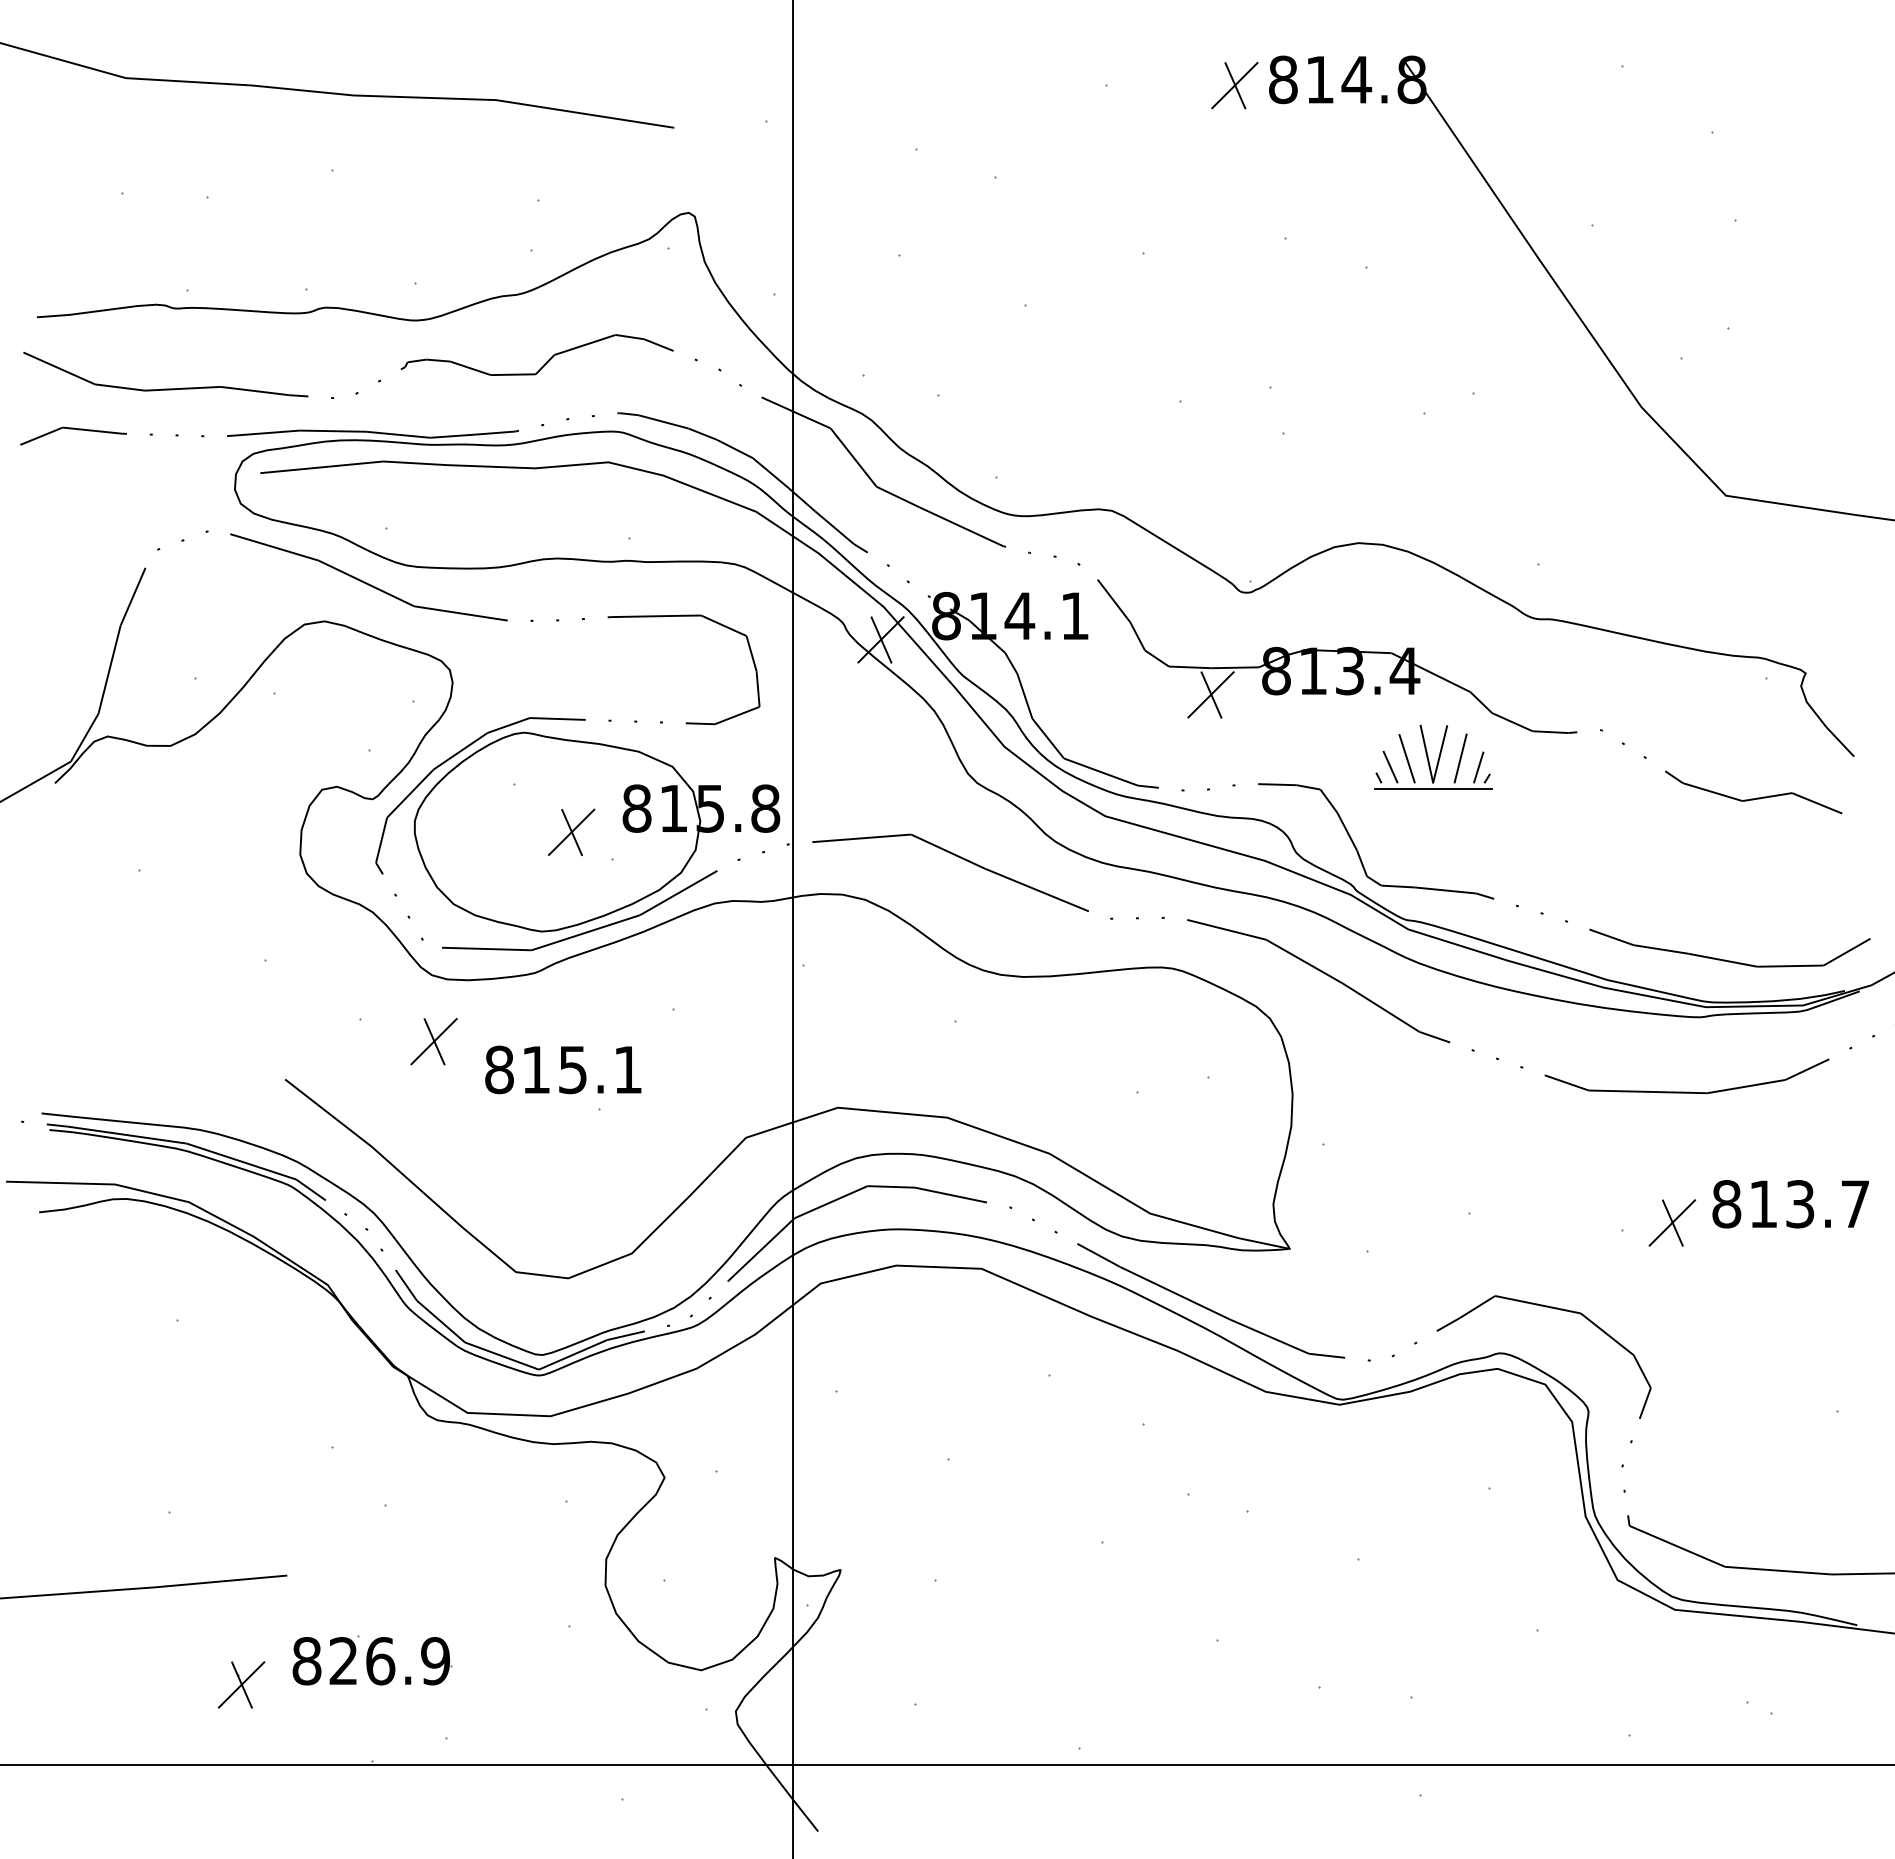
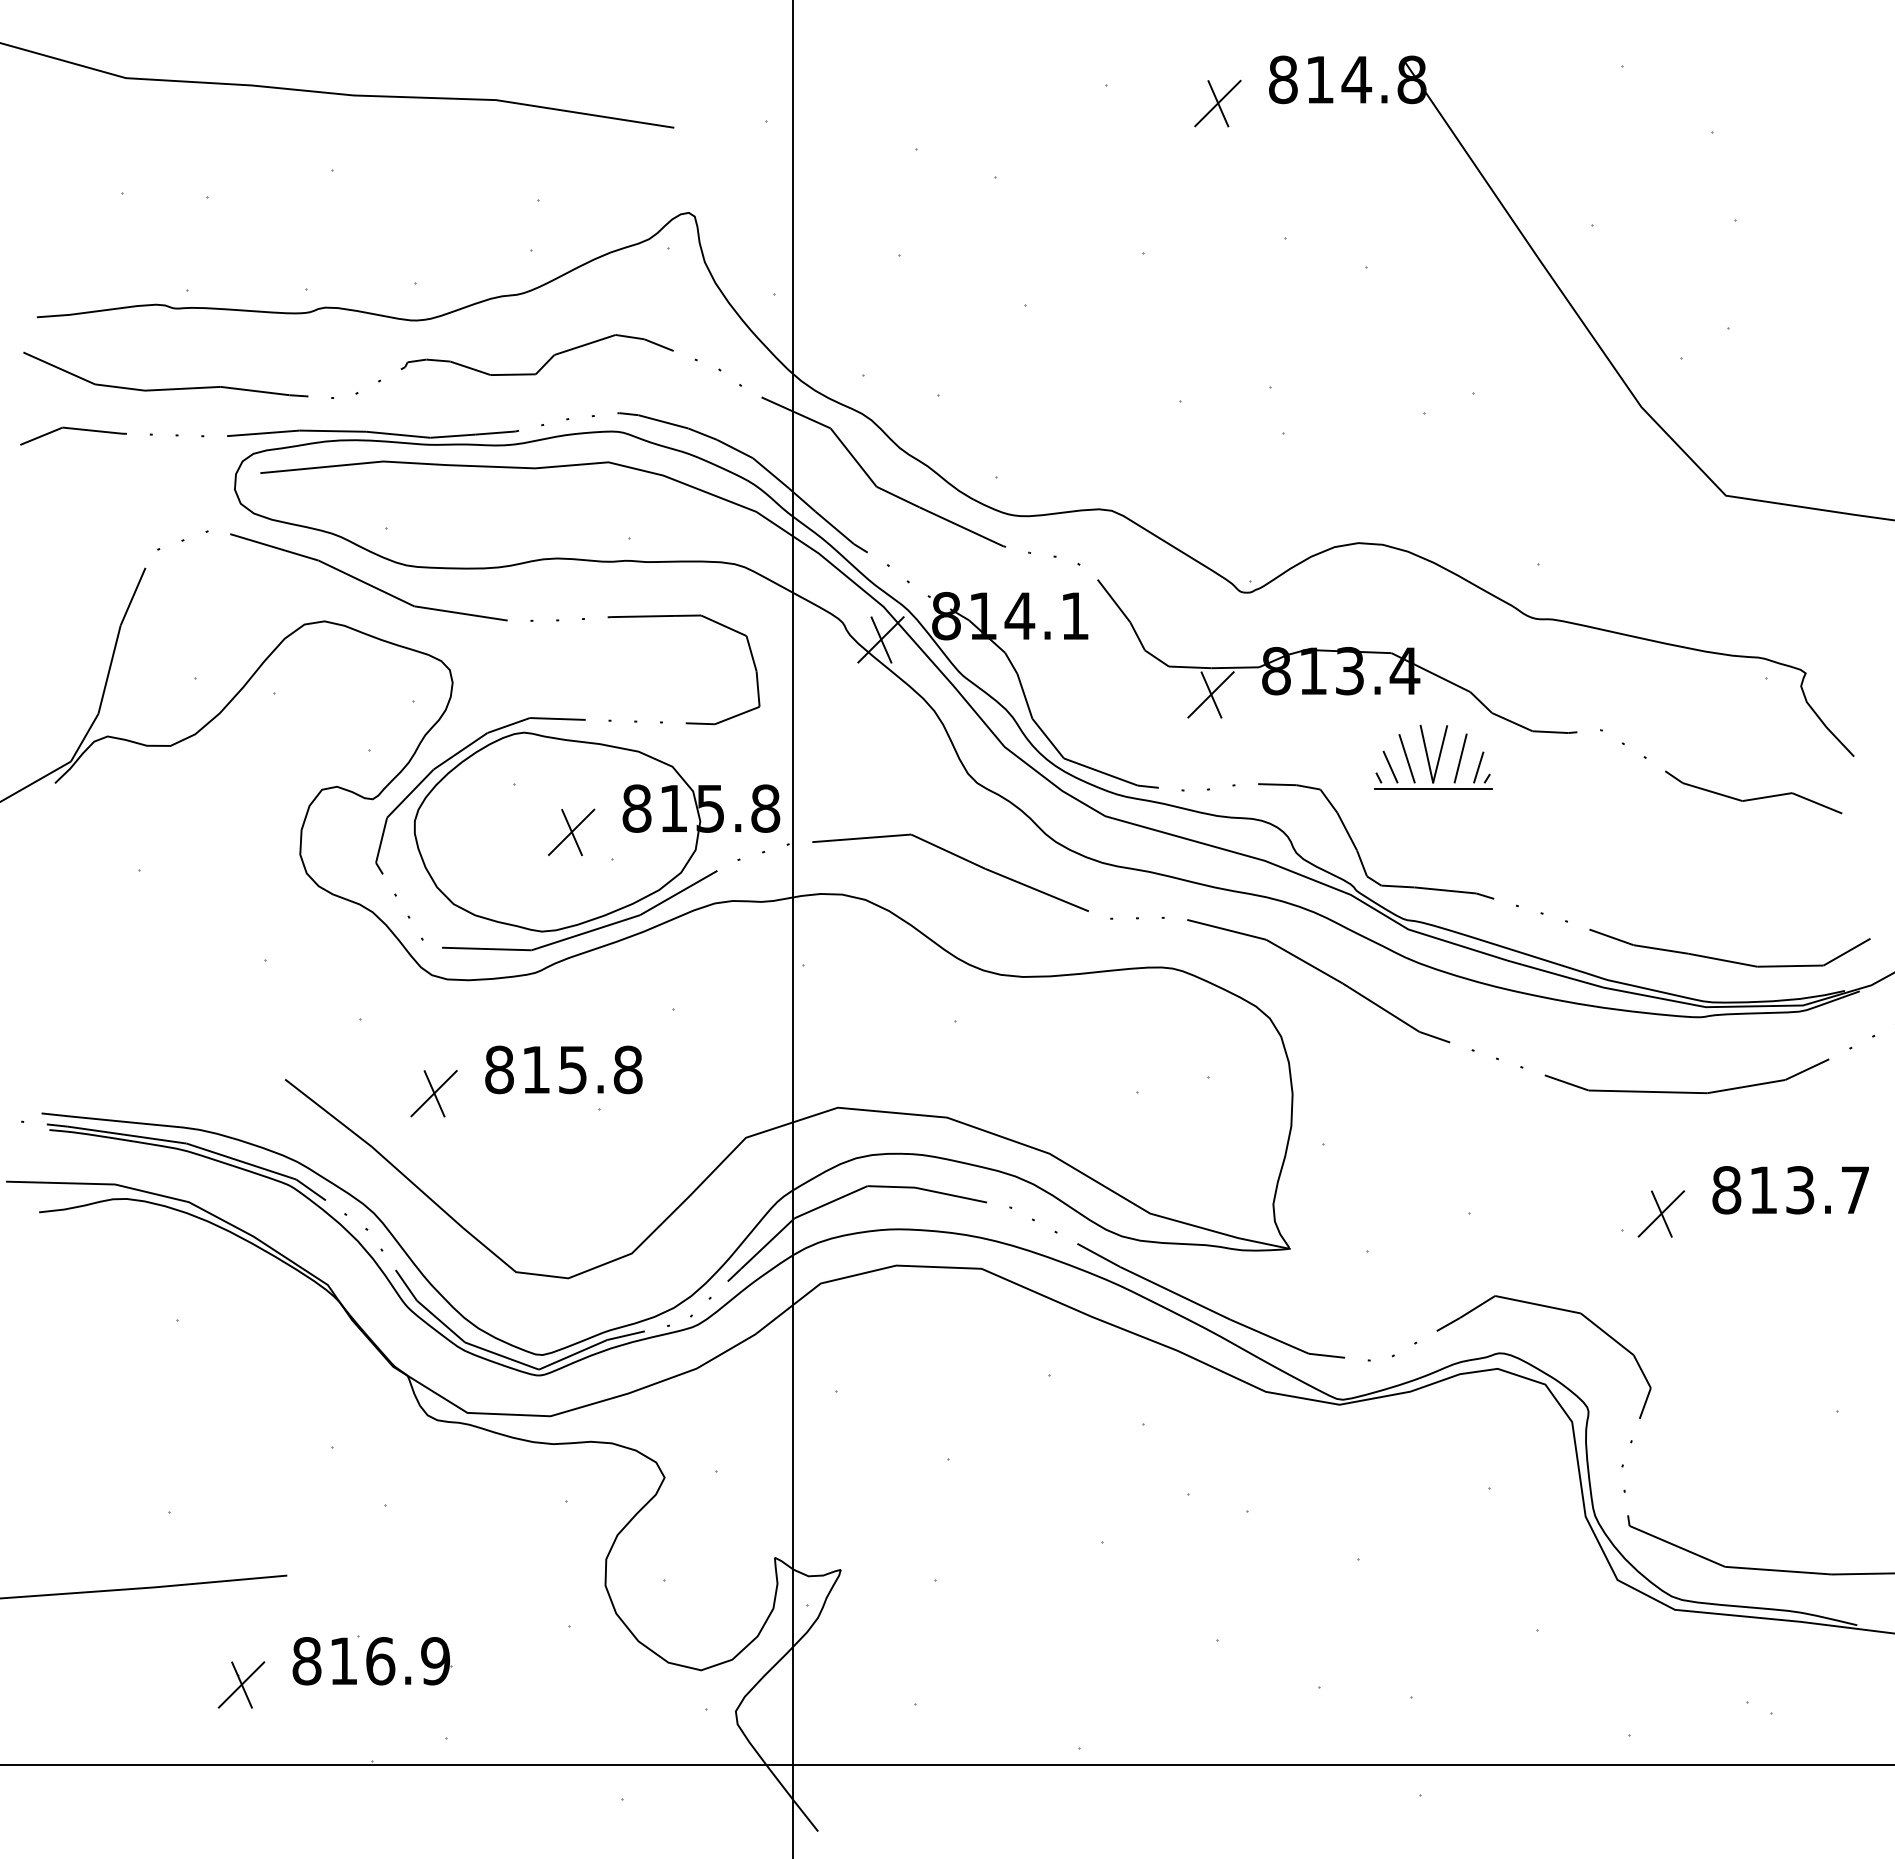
part at (1234, 85) position: (1234, 85) -> (1217, 103)
part at (433, 1041) position: (433, 1041) -> (433, 1093)
text at (627, 1069): 815.1 -> 815.8
text at (1790, 1204) position: (1790, 1204) -> (1790, 1190)
part at (1672, 1222) position: (1672, 1222) -> (1661, 1213)
text at (342, 1660): 826.9 -> 816.9
